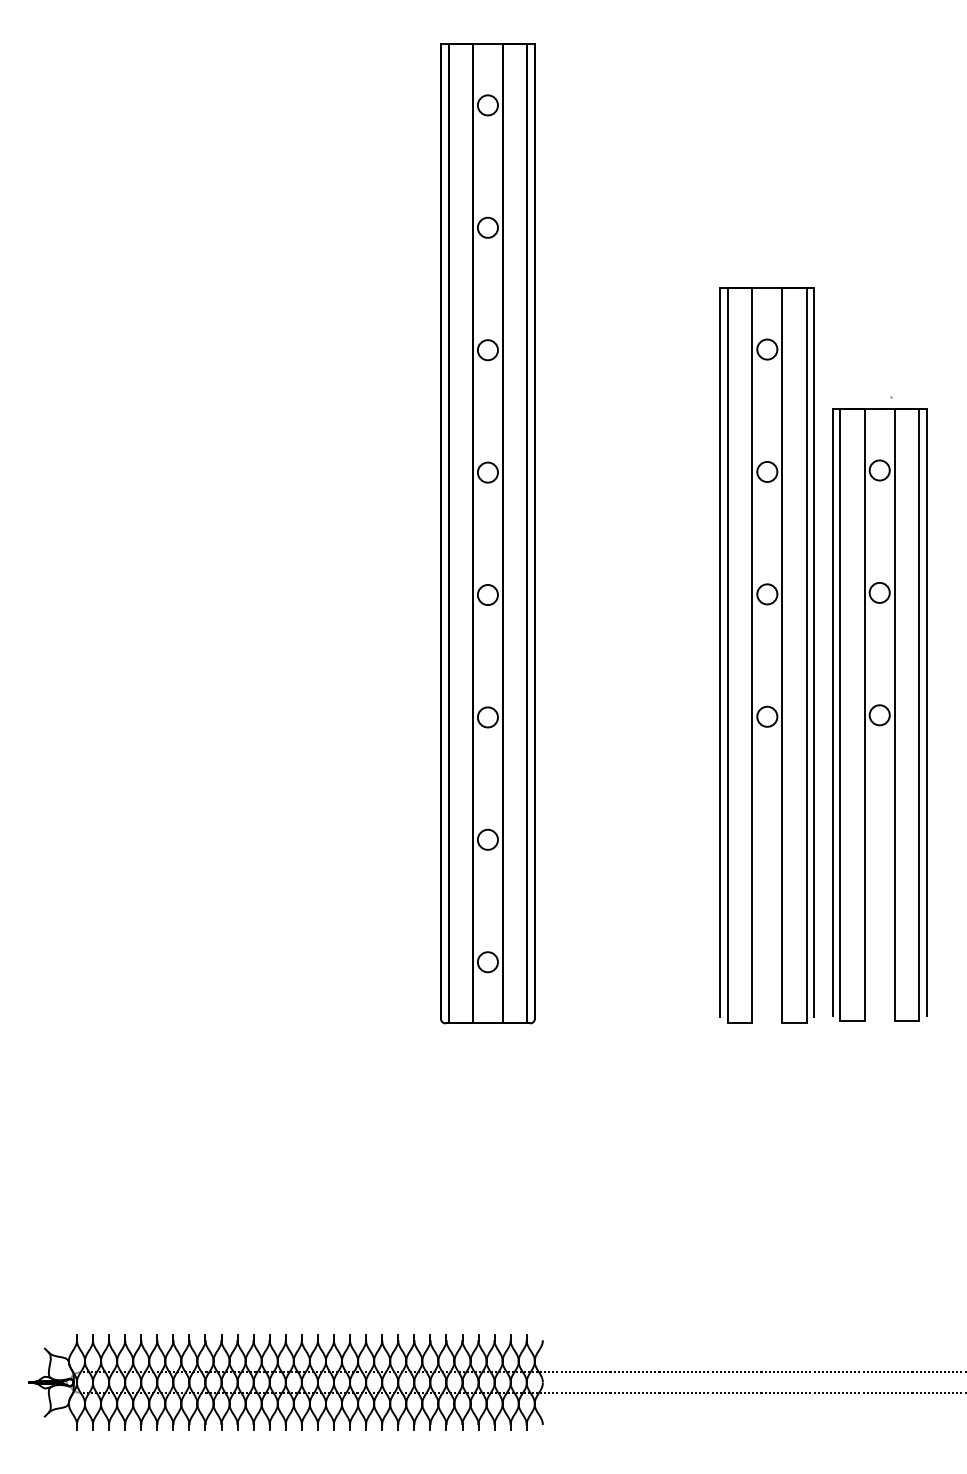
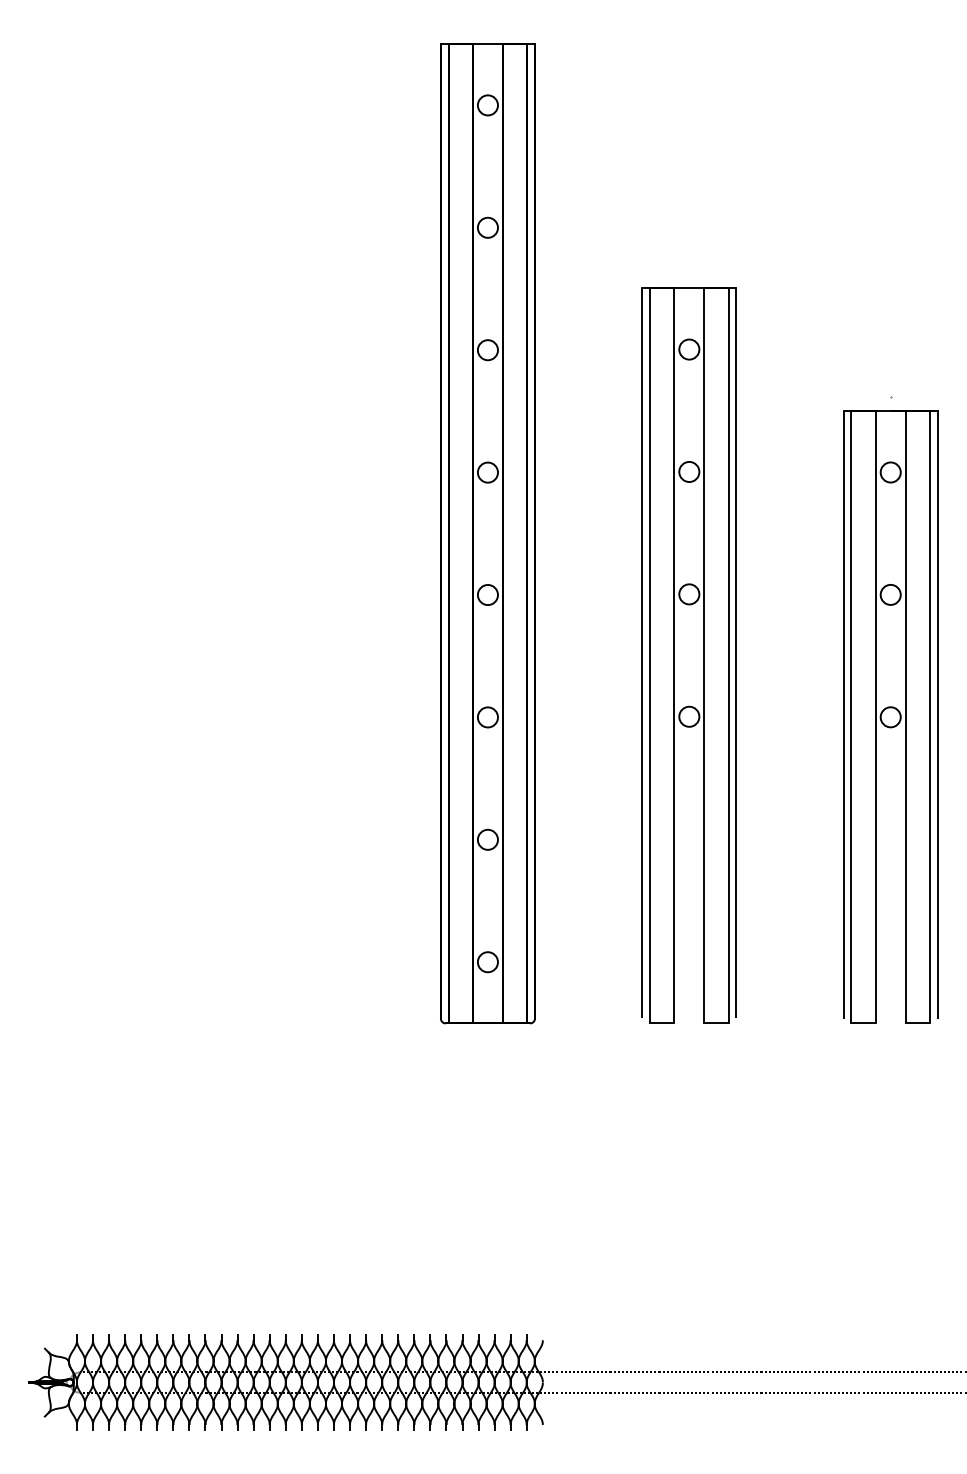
part at (752, 655) position: (752, 655) -> (674, 655)
part at (879, 714) position: (879, 714) -> (890, 716)
